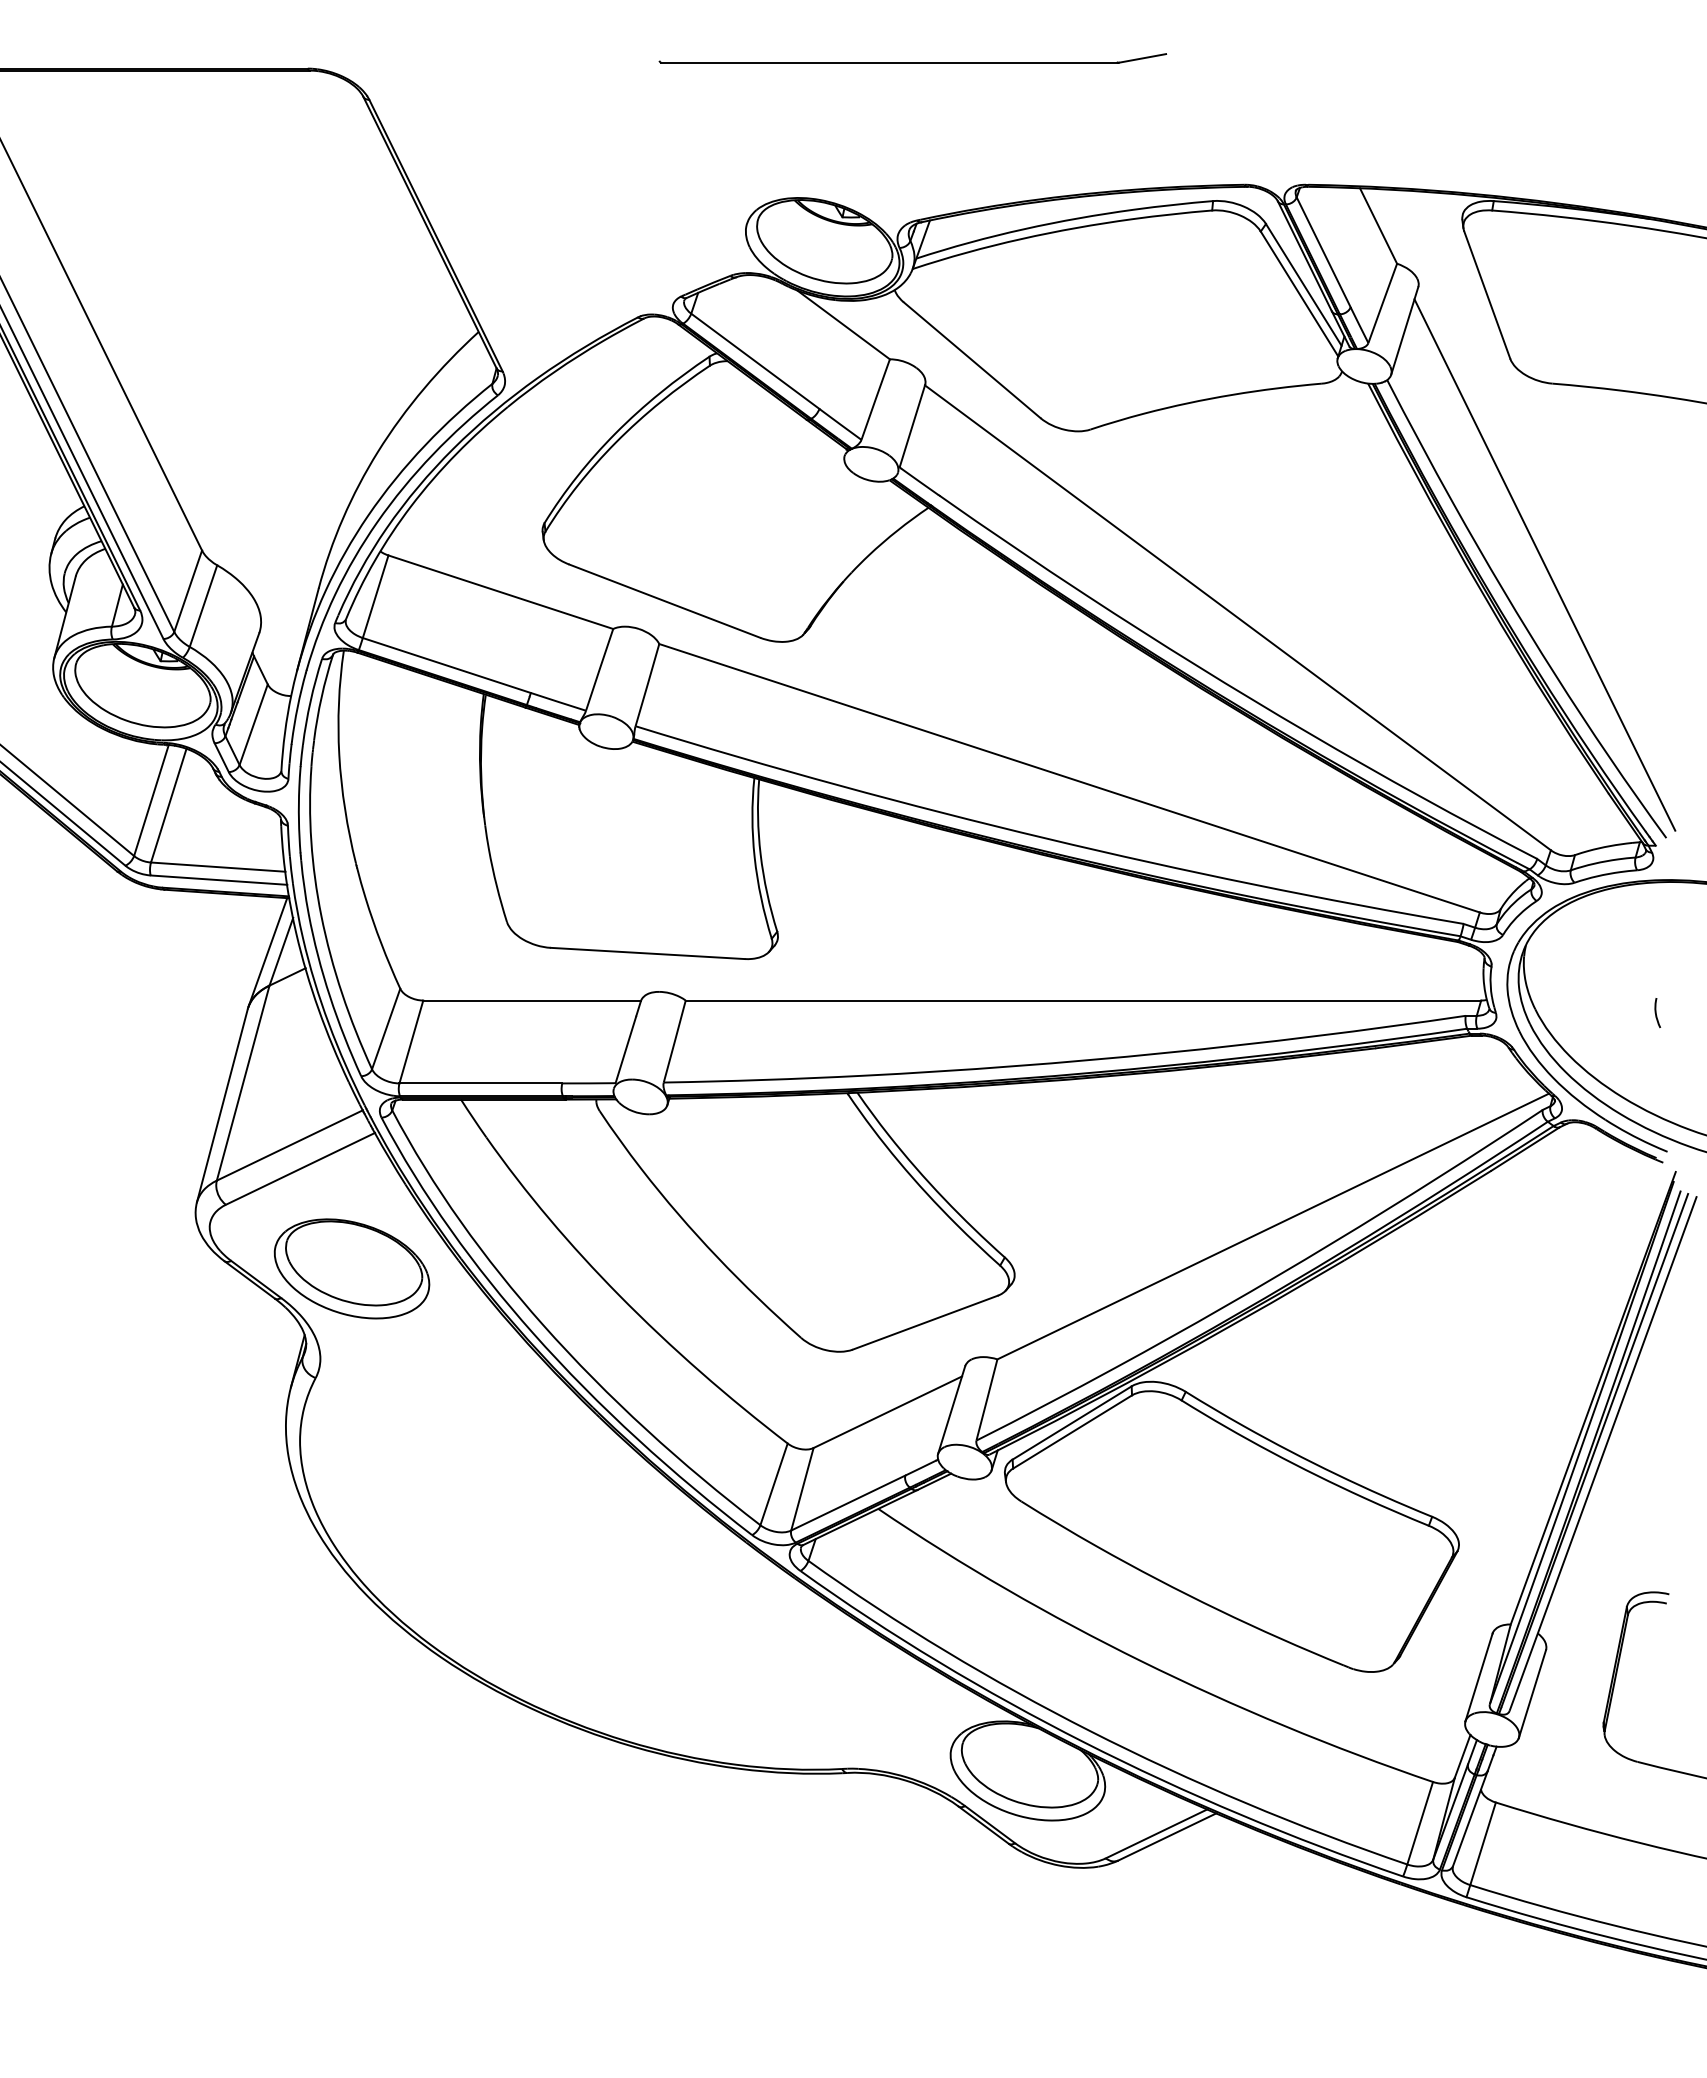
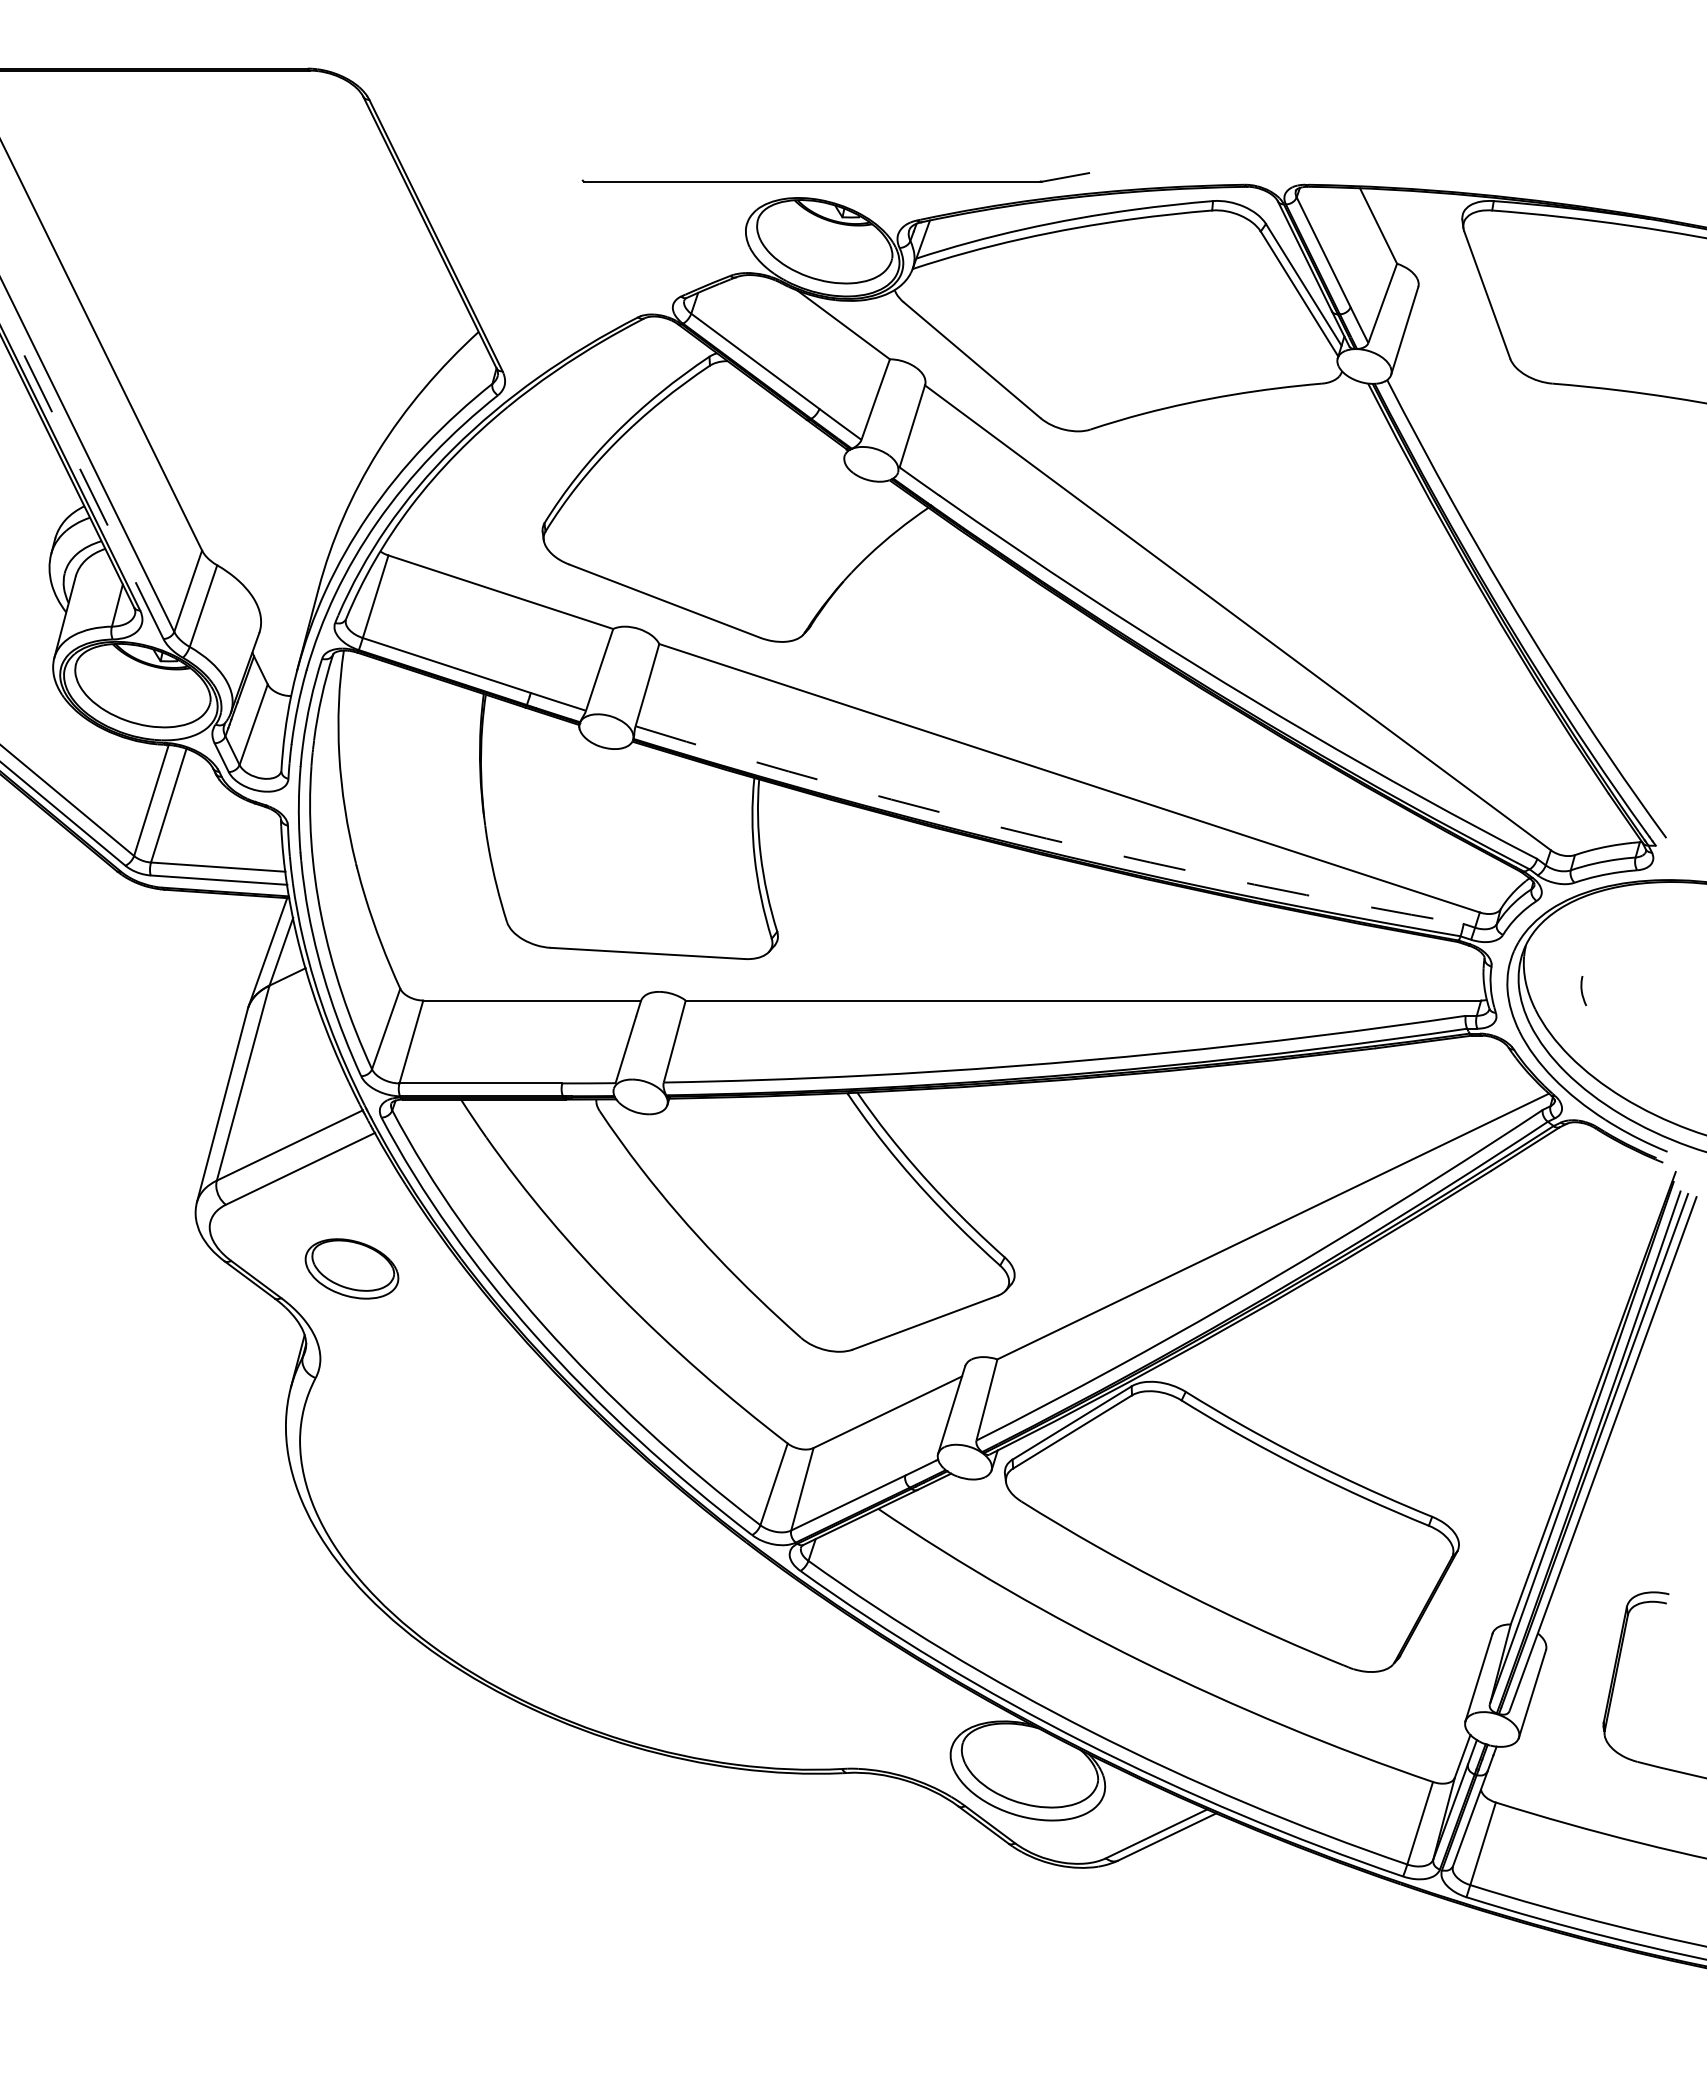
part at (912, 58) position: (912, 58) -> (835, 177)
line at (81, 472): solid -> dashed
line at (1544, 564): present -> none
arc at (1046, 838): solid -> dashed
curve at (1656, 1013) position: (1656, 1013) -> (1582, 991)
part at (351, 1268) size: 158x102 px -> 96x62 px
